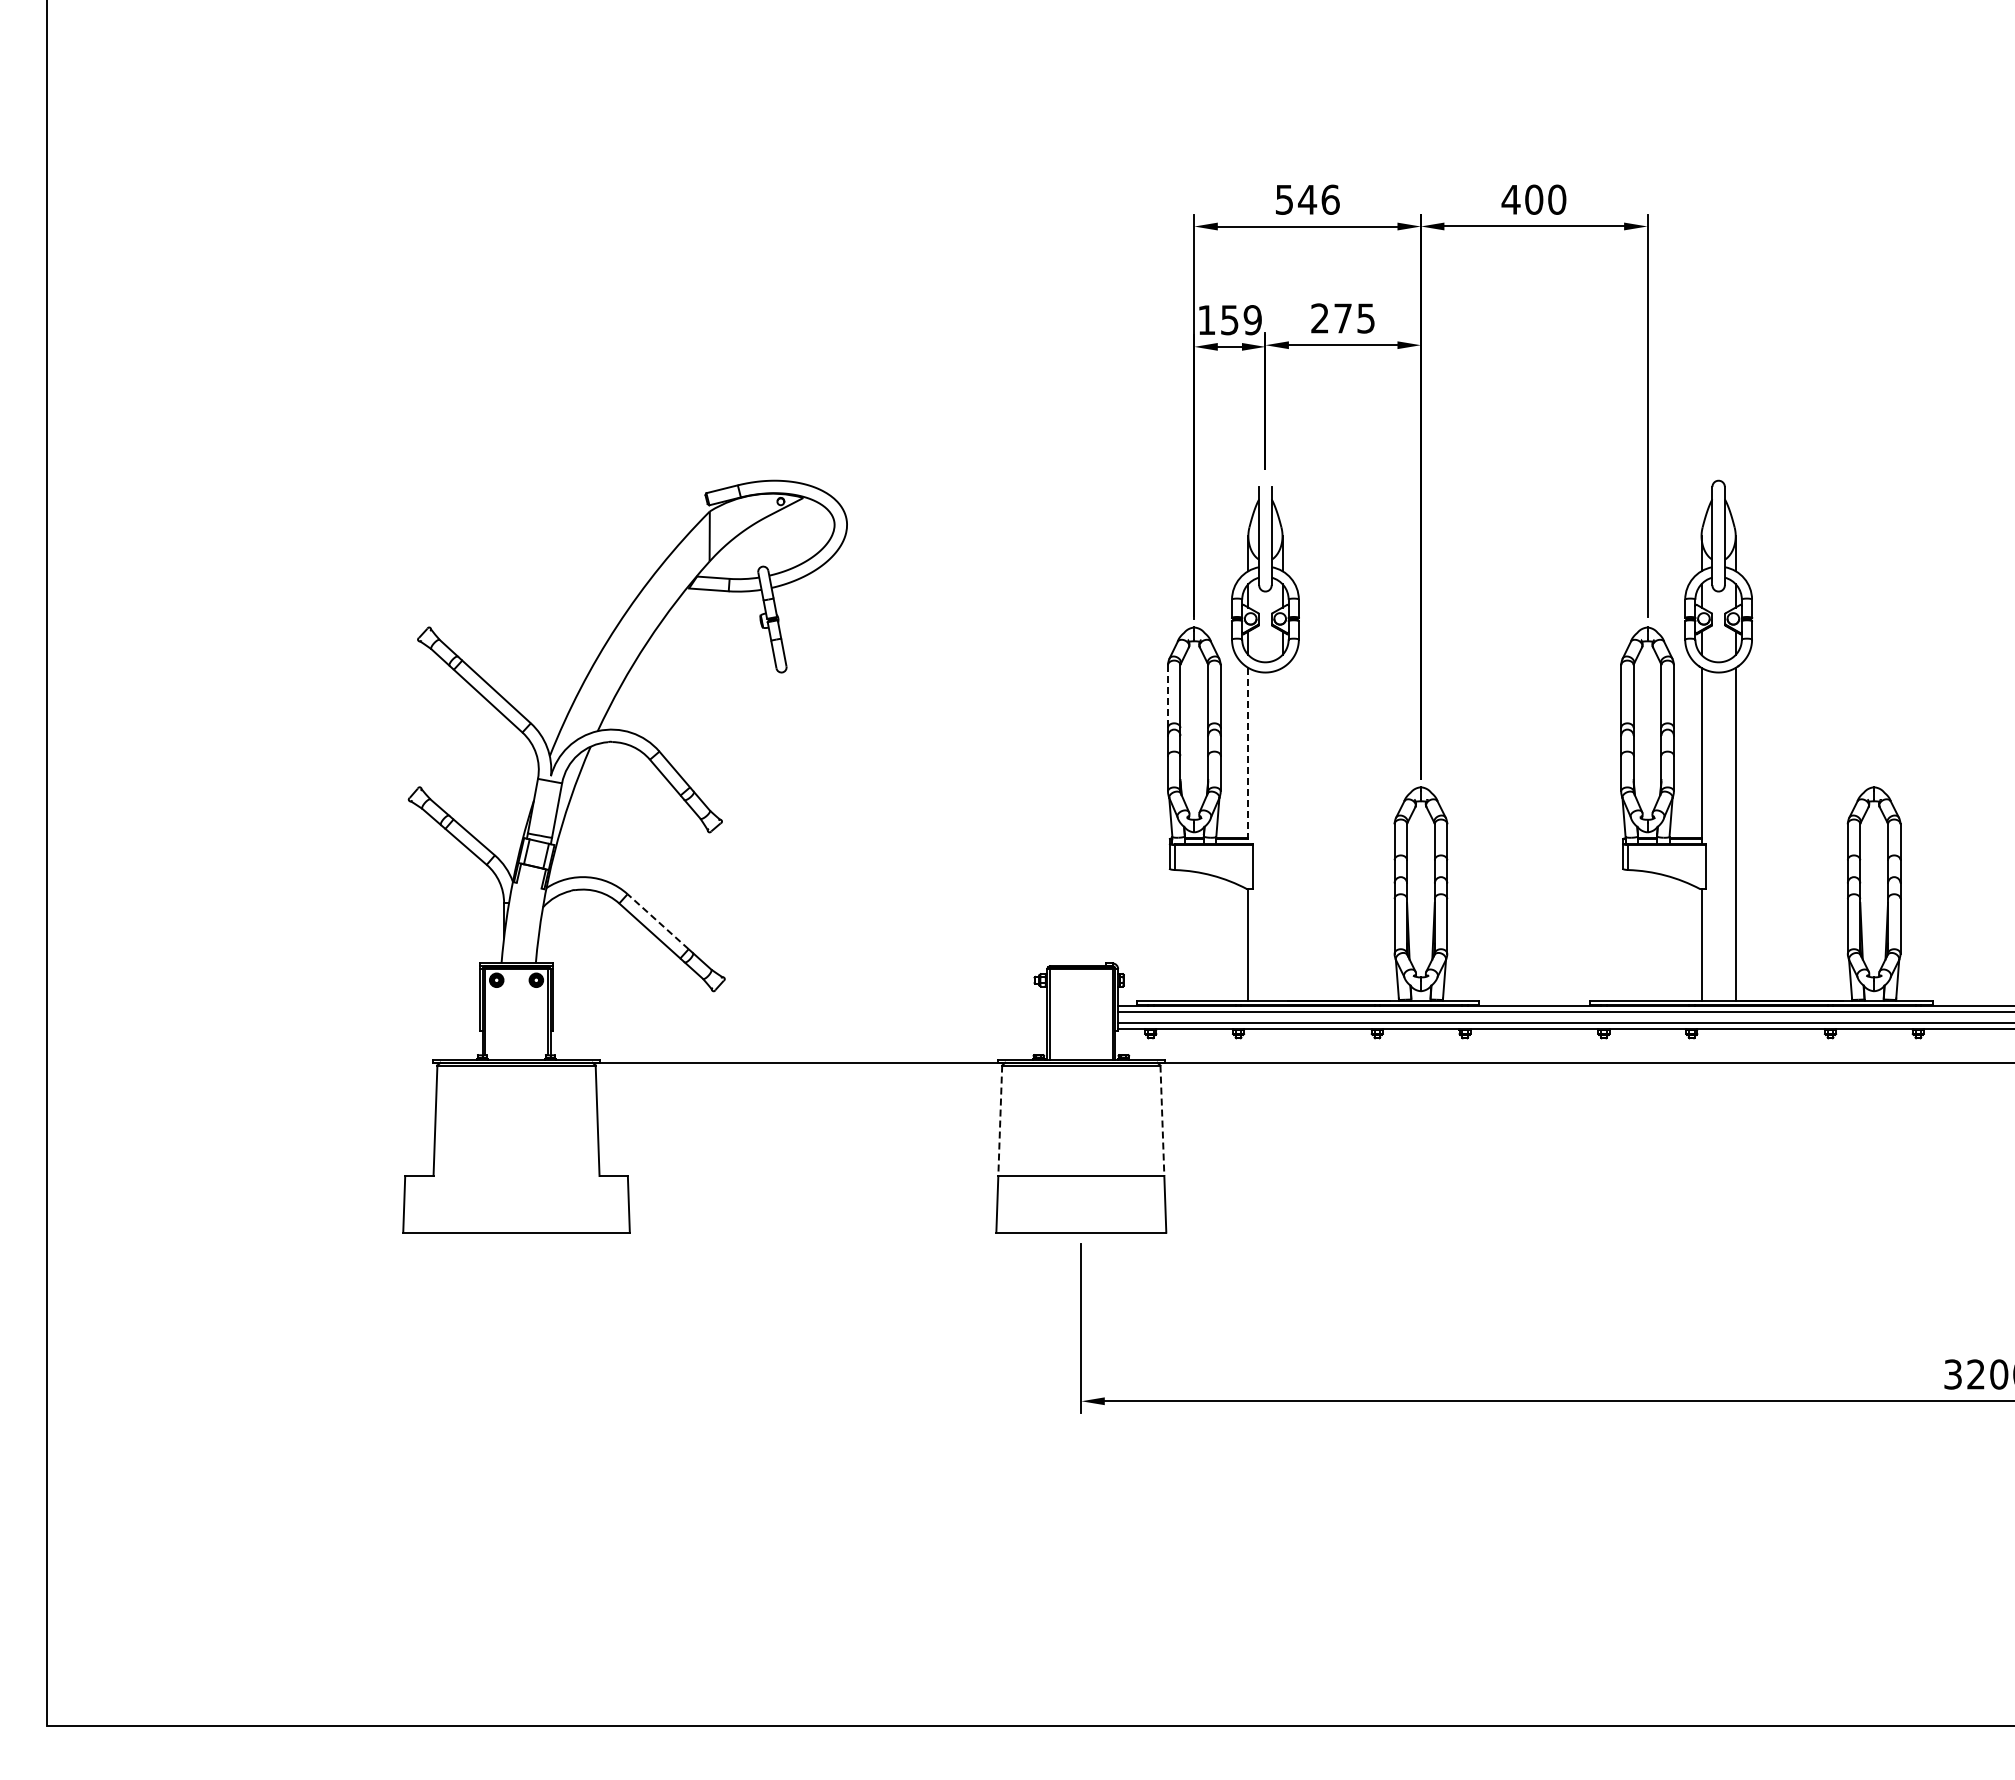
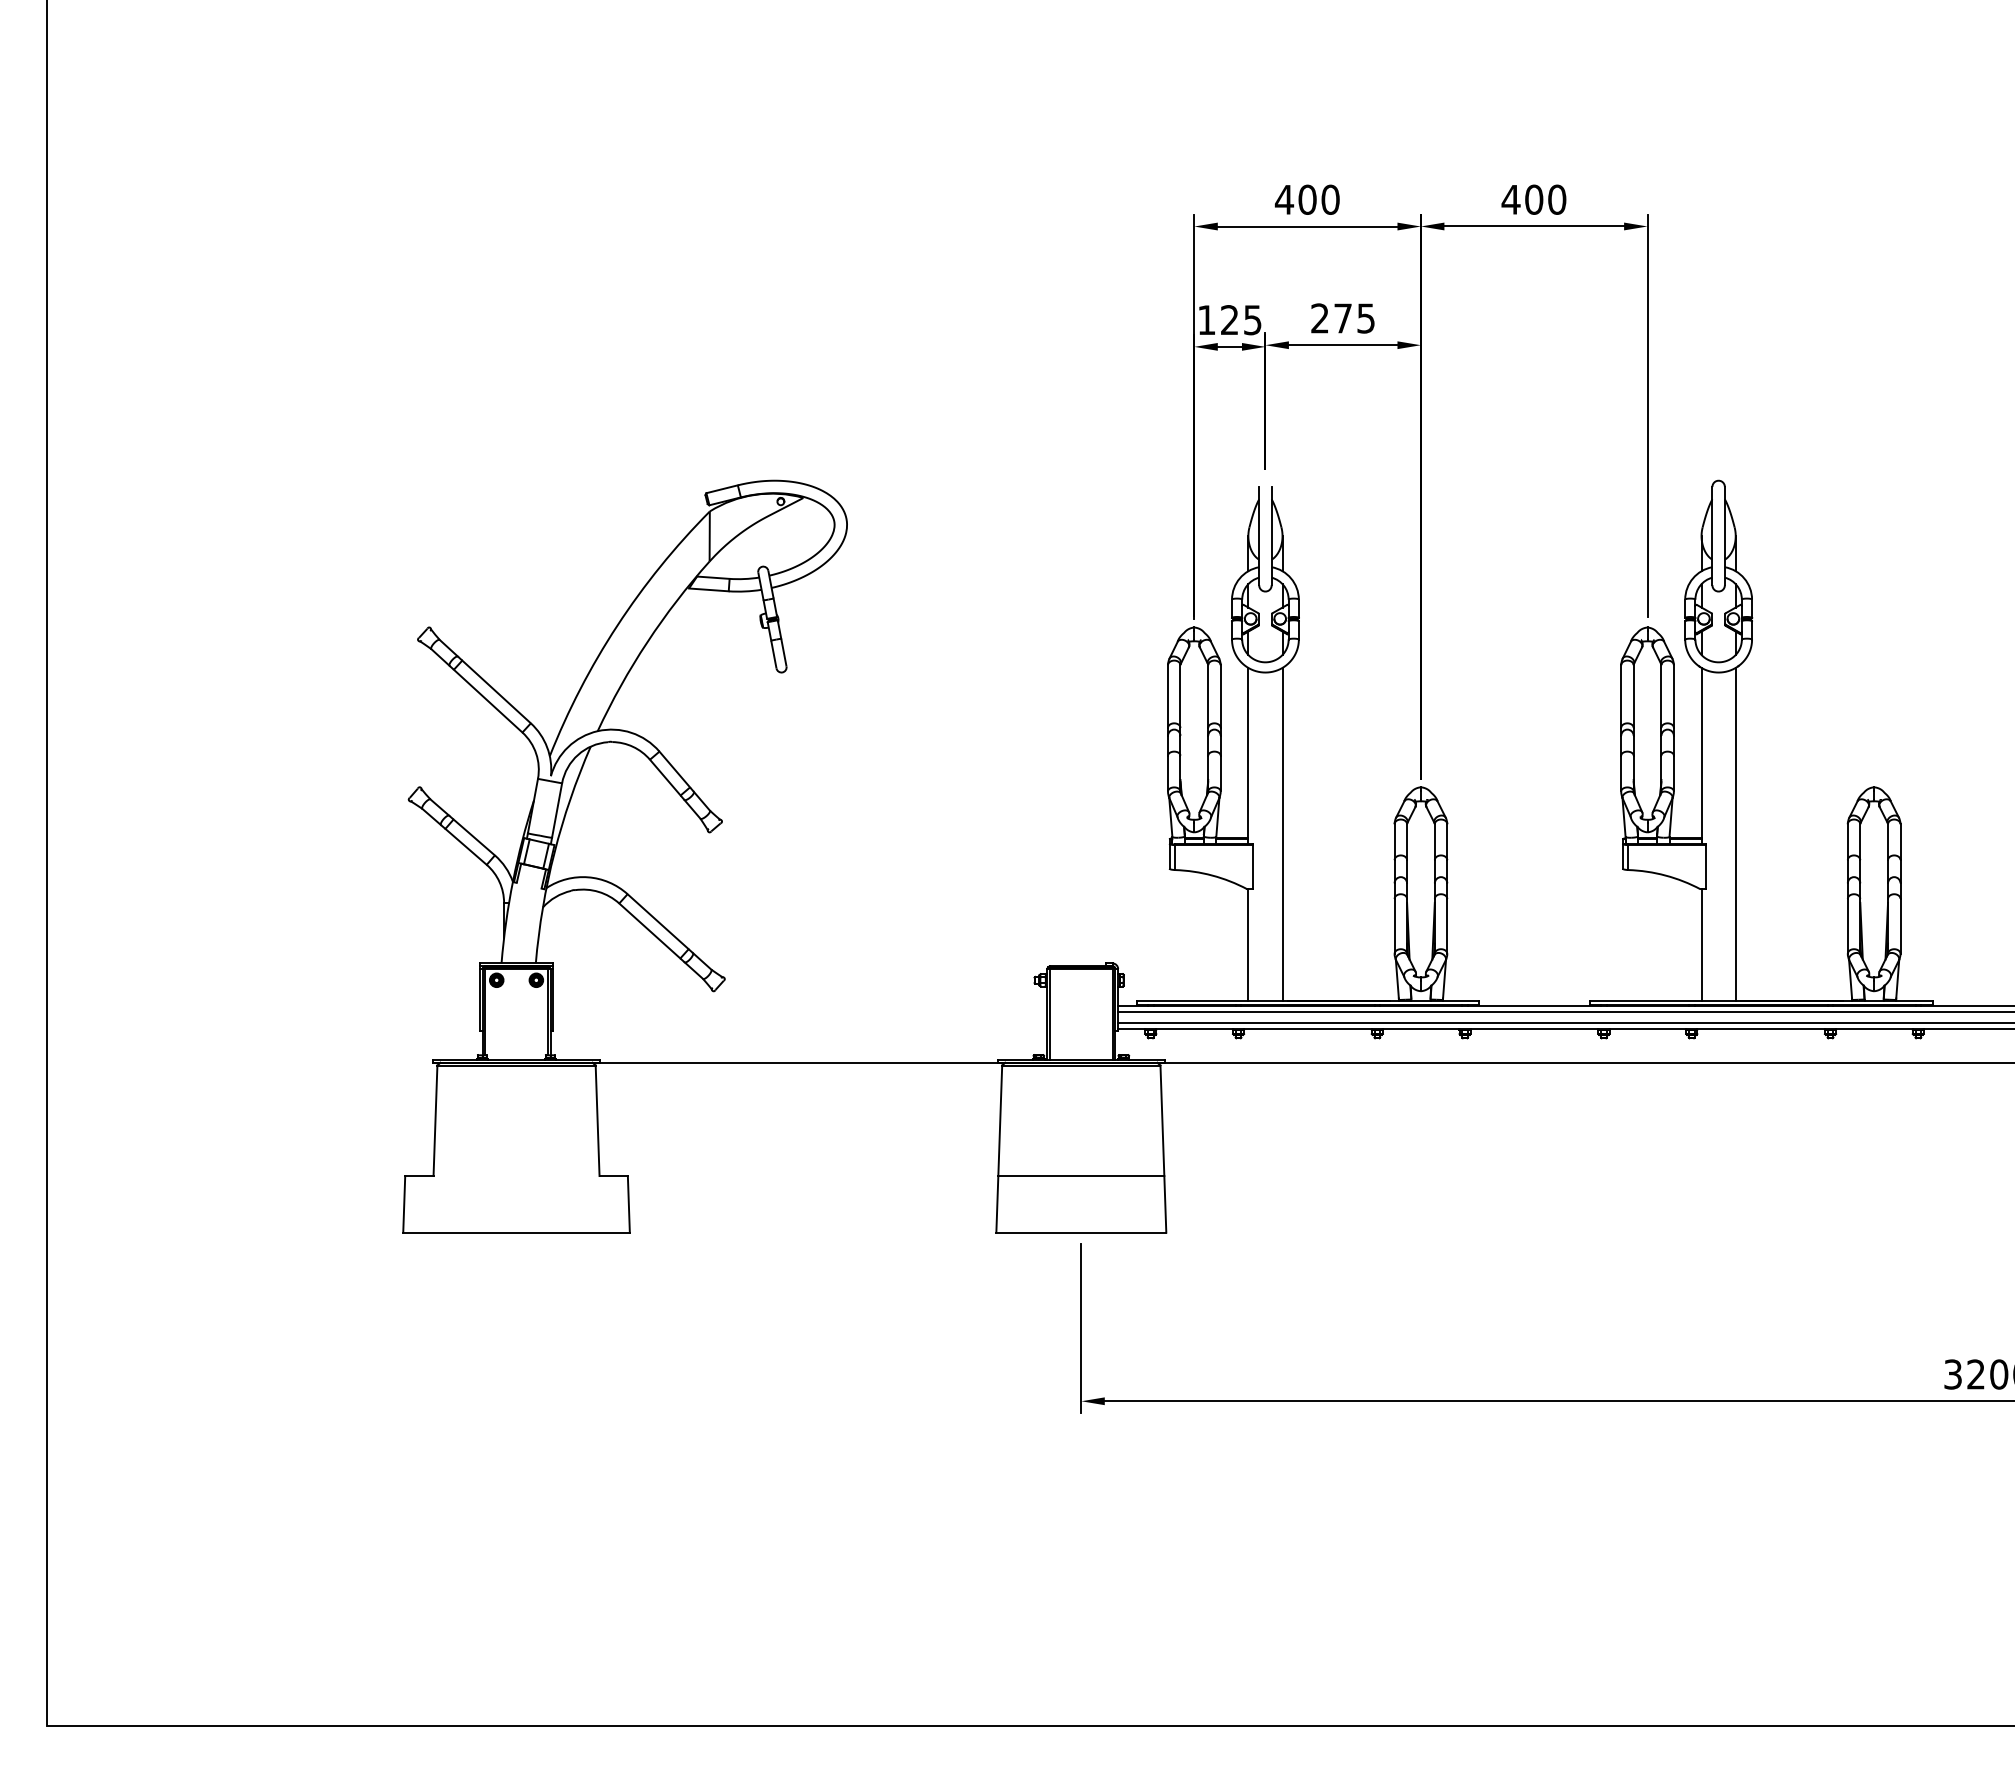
text at (1306, 199): 546 -> 400
text at (1241, 320): 159 -> 125
line at (1168, 697): dashed -> solid
line at (1248, 756): dashed -> solid
line at (1282, 833): none -> present
line at (657, 921): dashed -> solid
line at (1000, 1121): dashed -> solid
line at (1162, 1121): dashed -> solid
